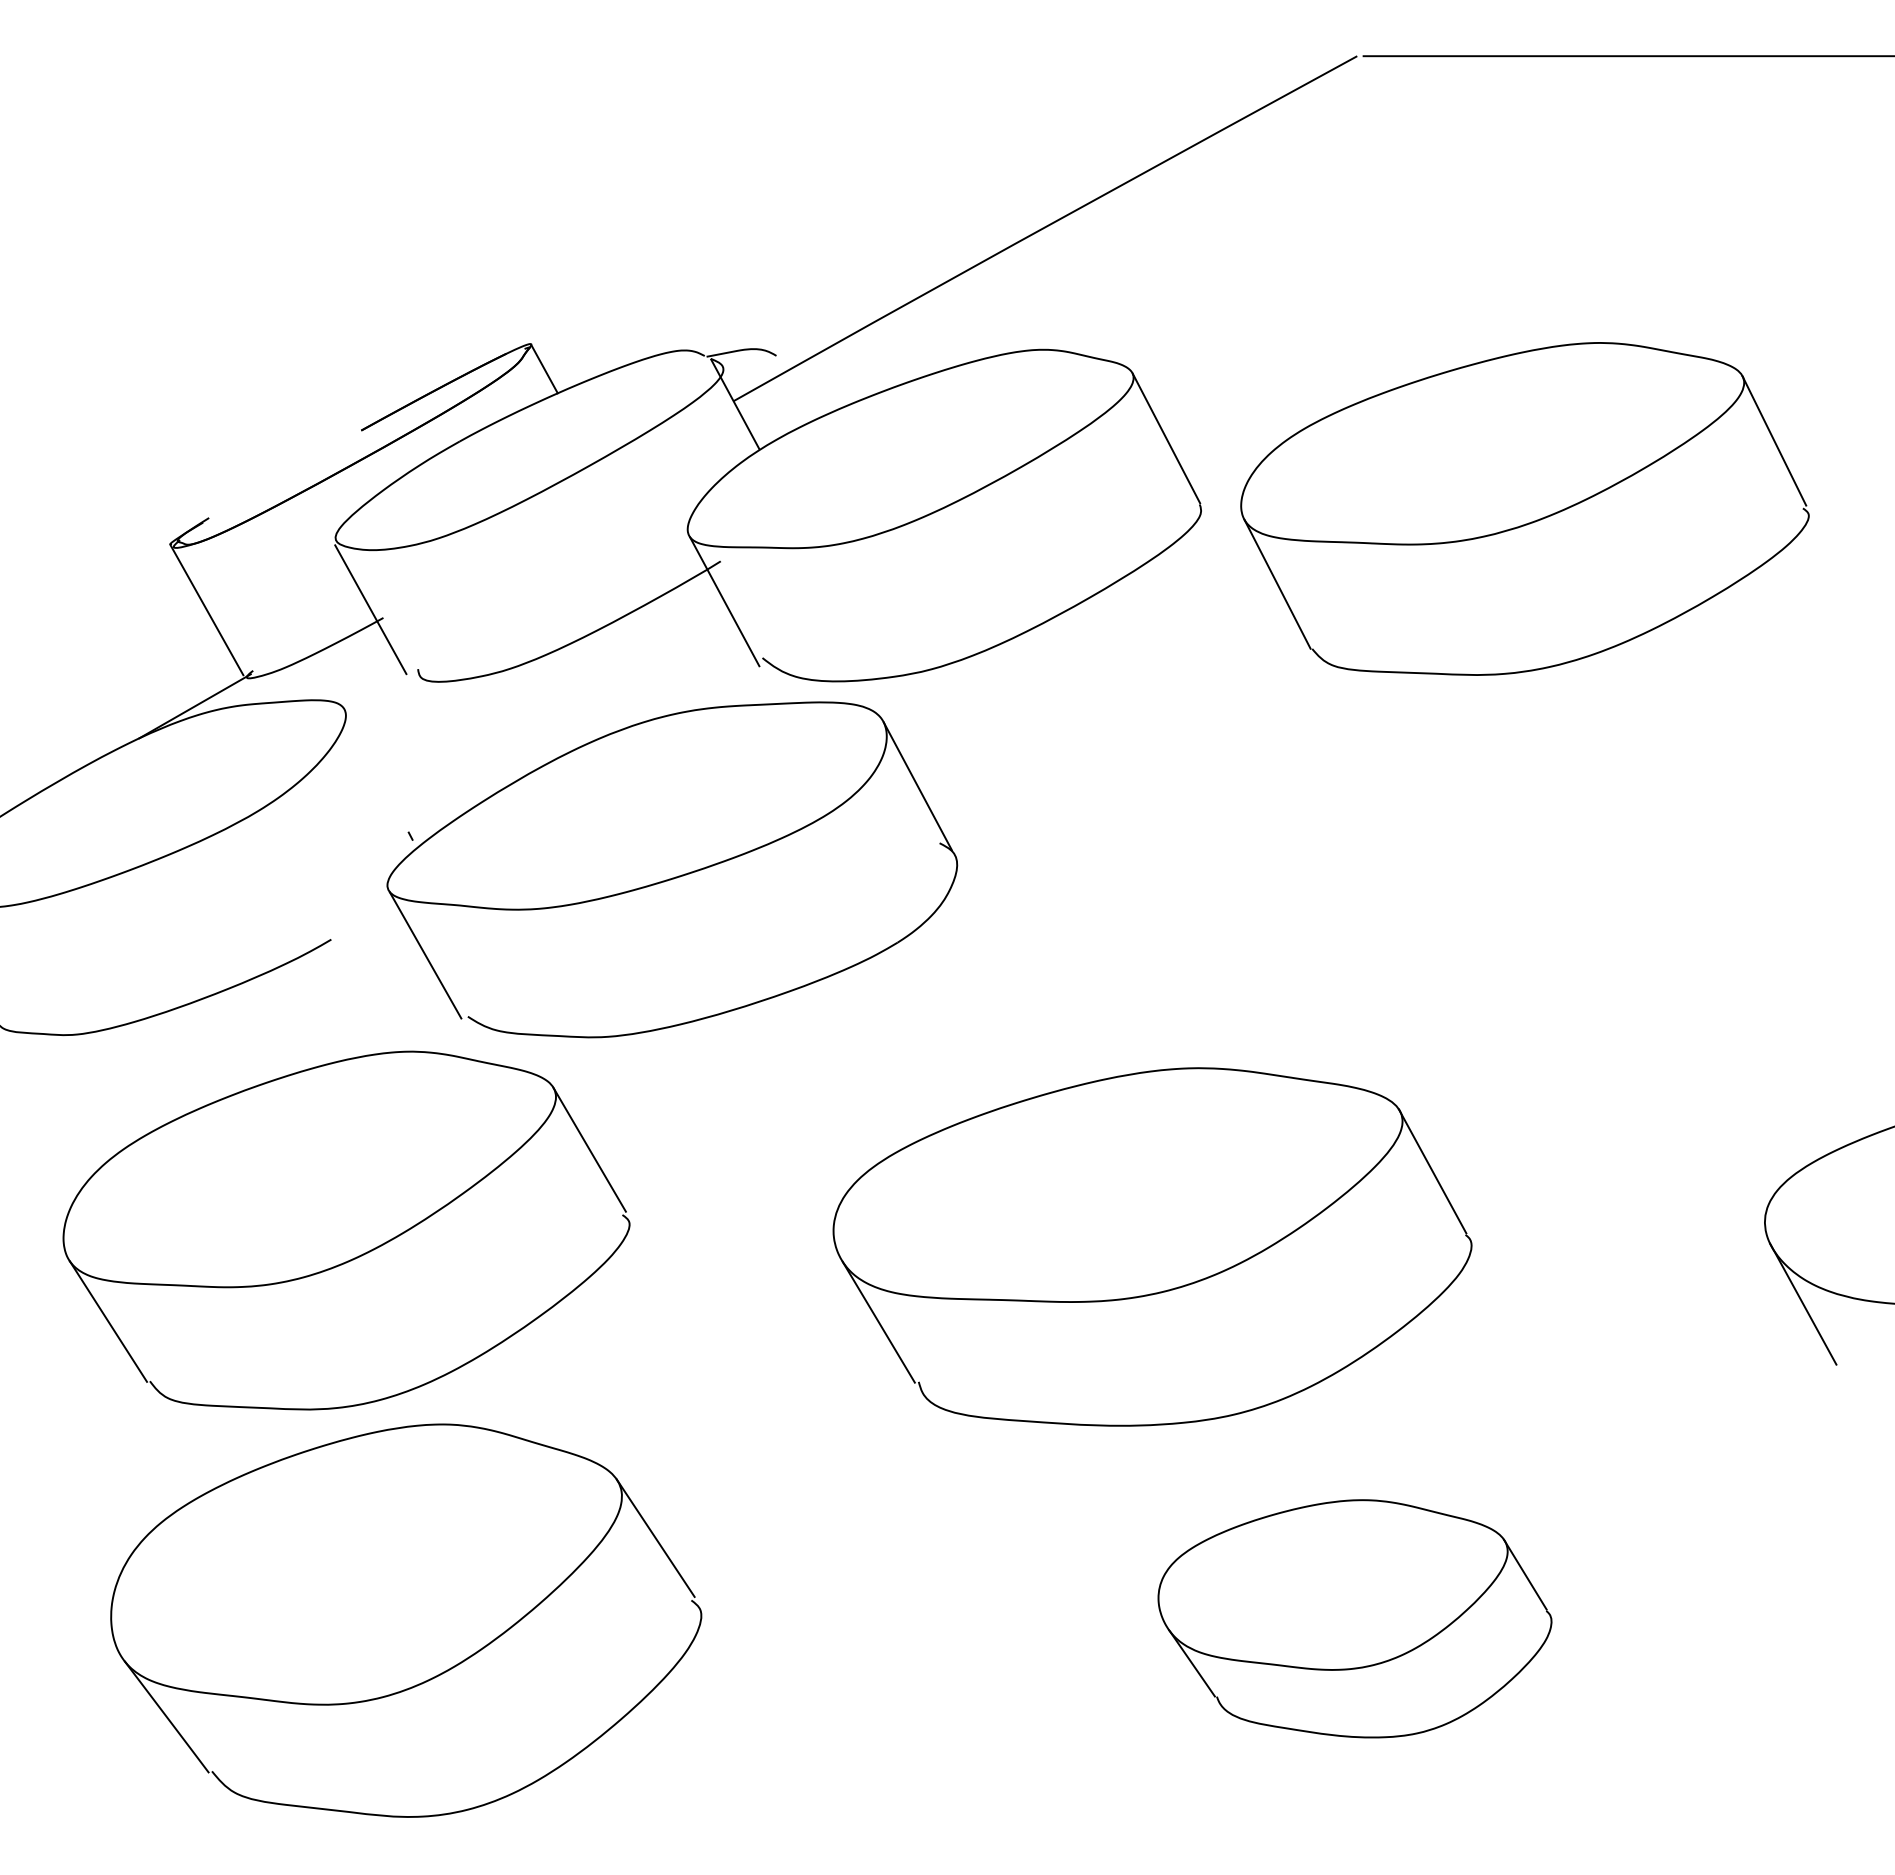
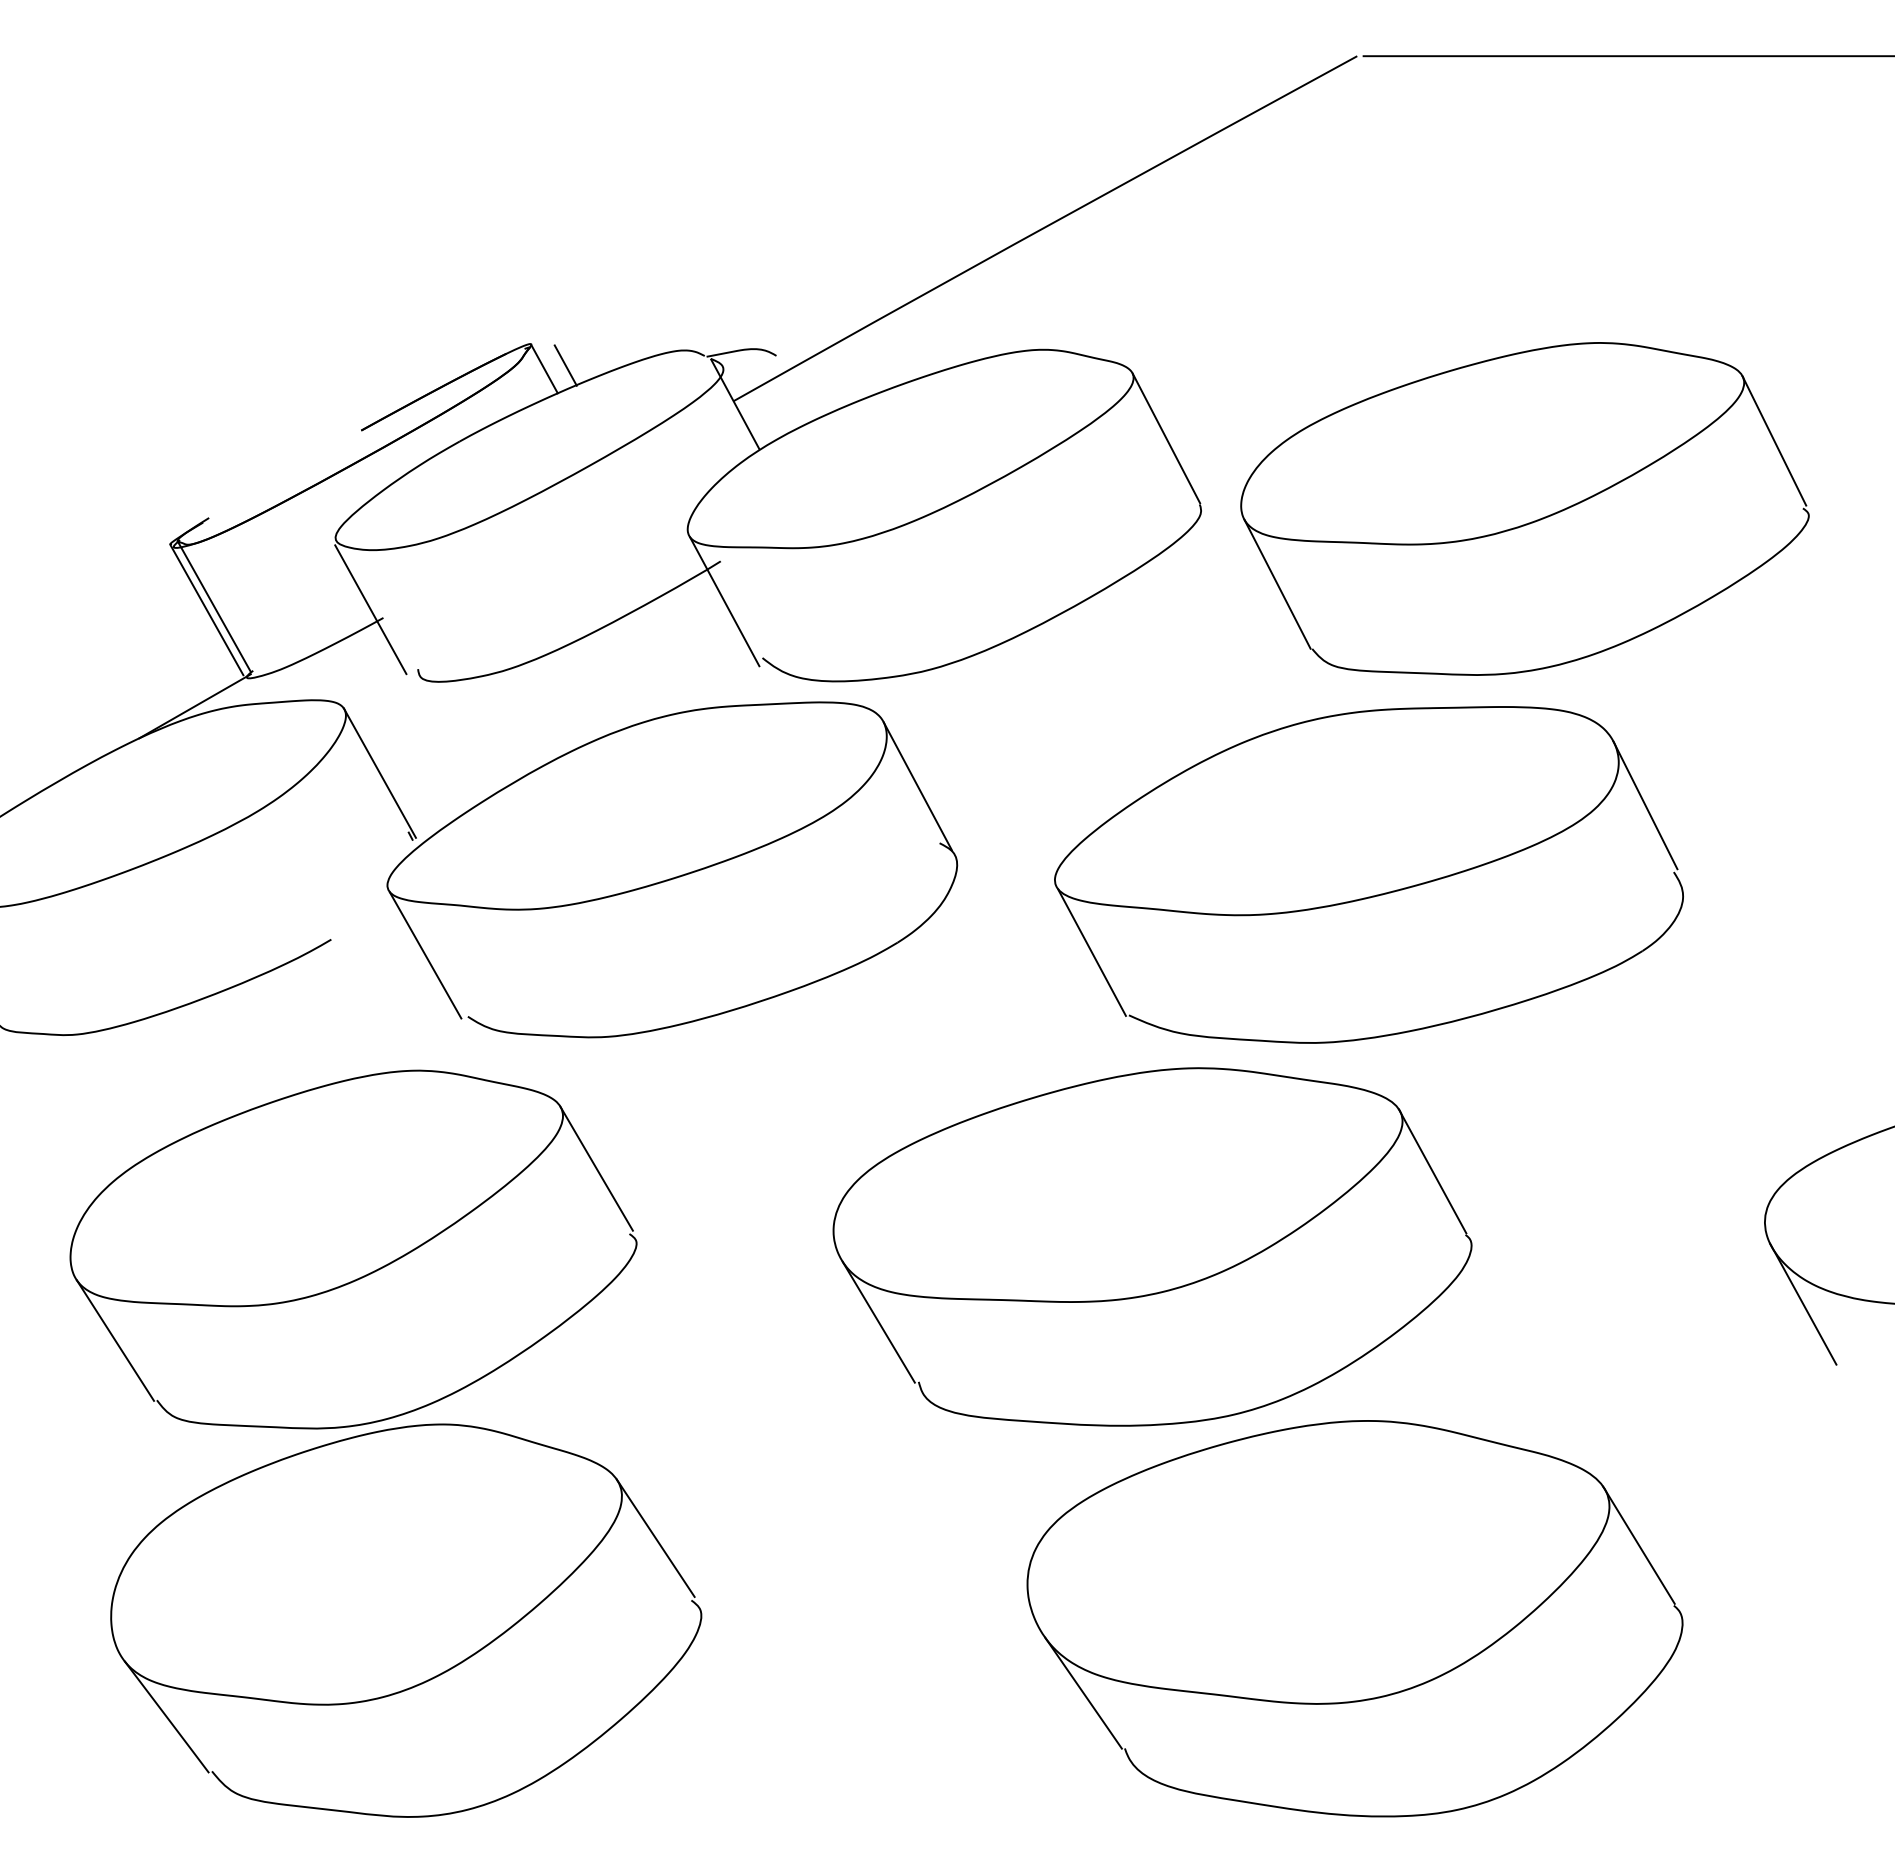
line at (565, 365): none -> present
line at (213, 606): none -> present
line at (379, 772): none -> present
part at (1368, 874): none -> present
part at (346, 1230) position: (346, 1230) -> (353, 1249)
part at (1354, 1618) size: 396x240 px -> 658x398 px
